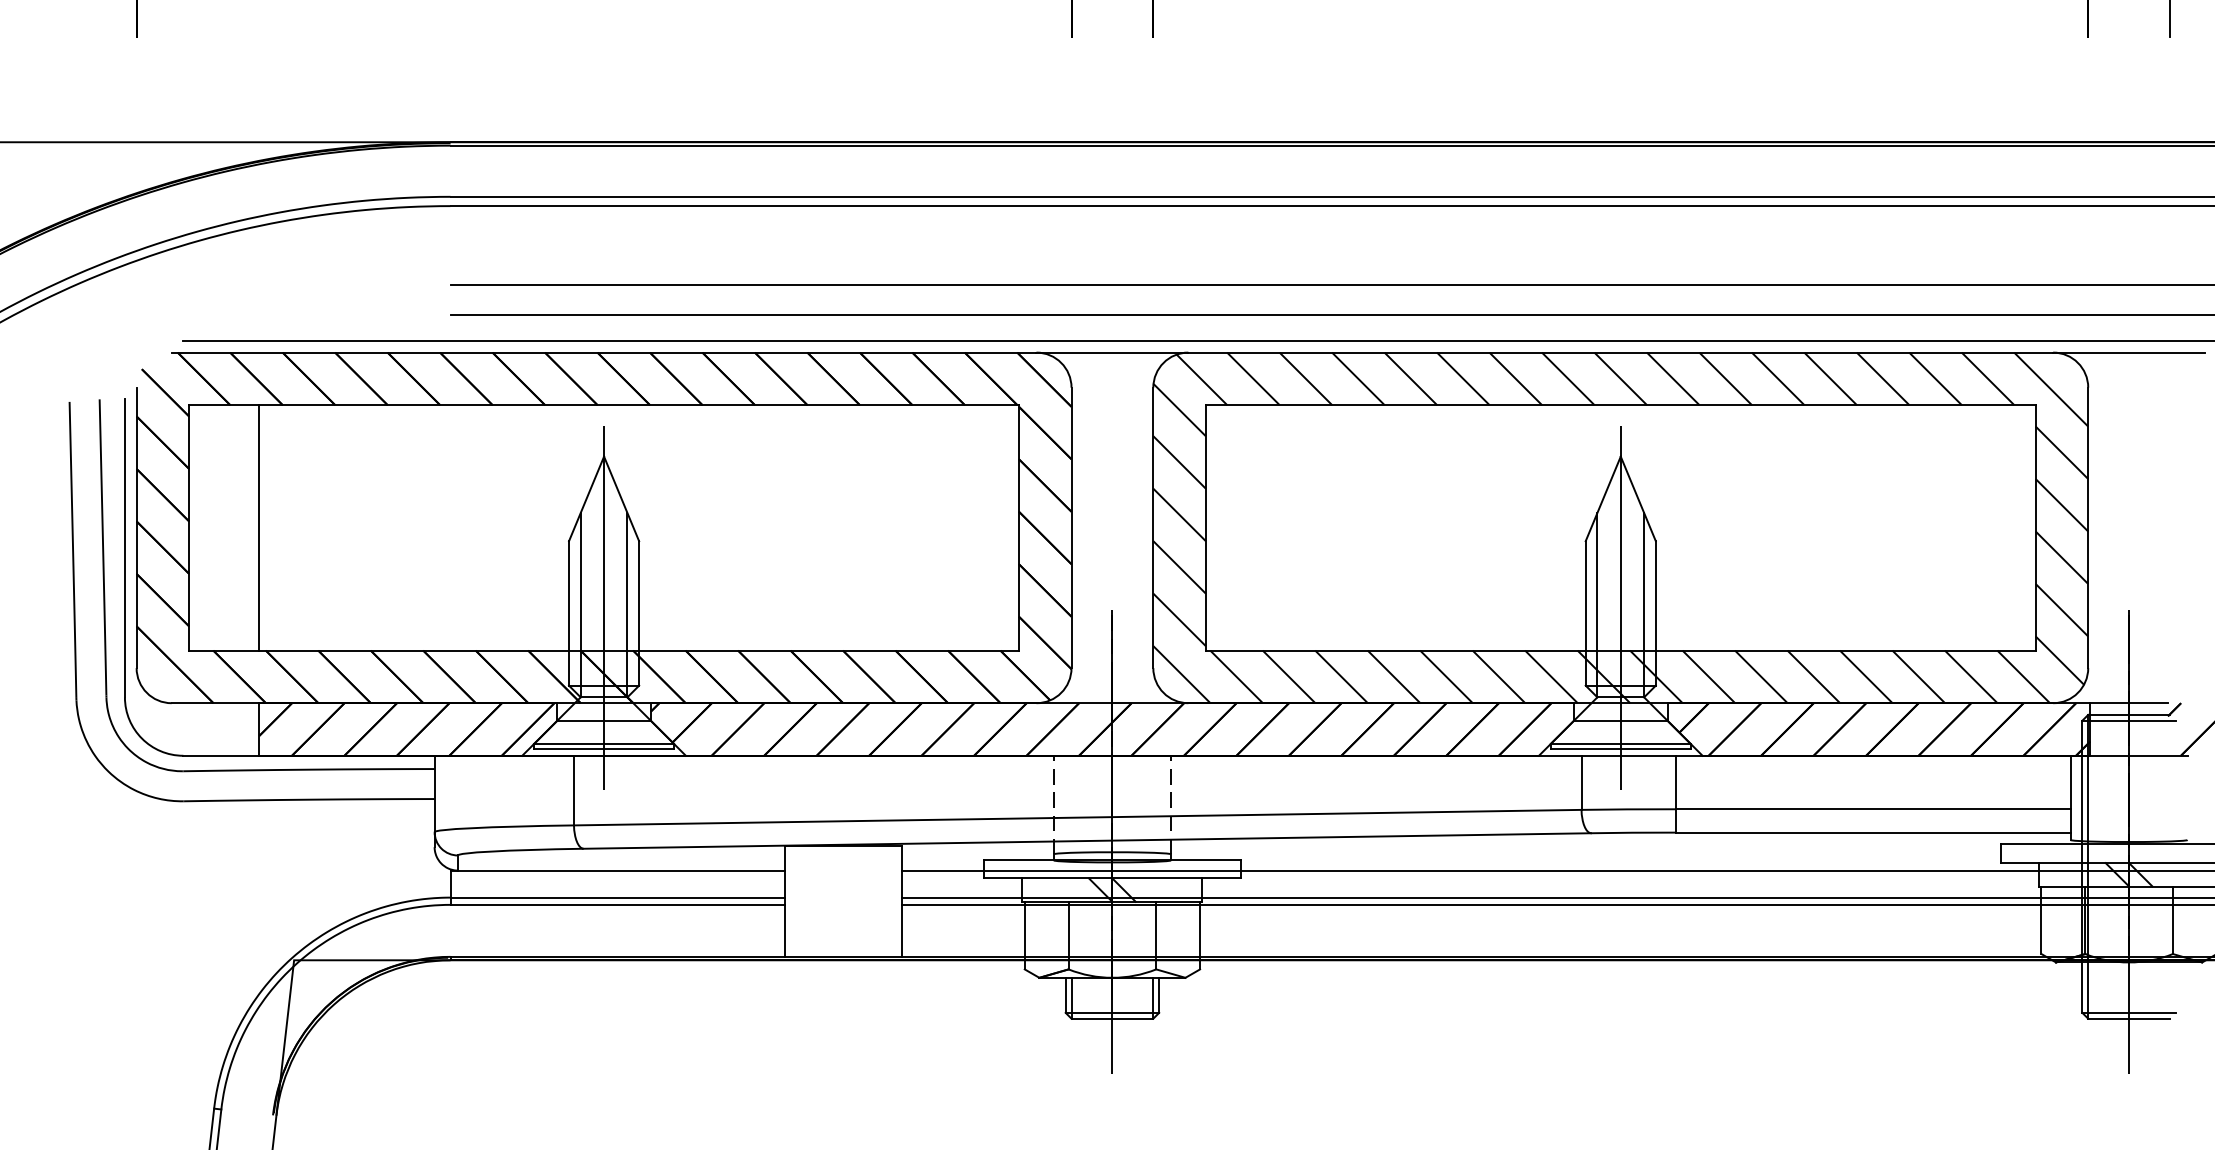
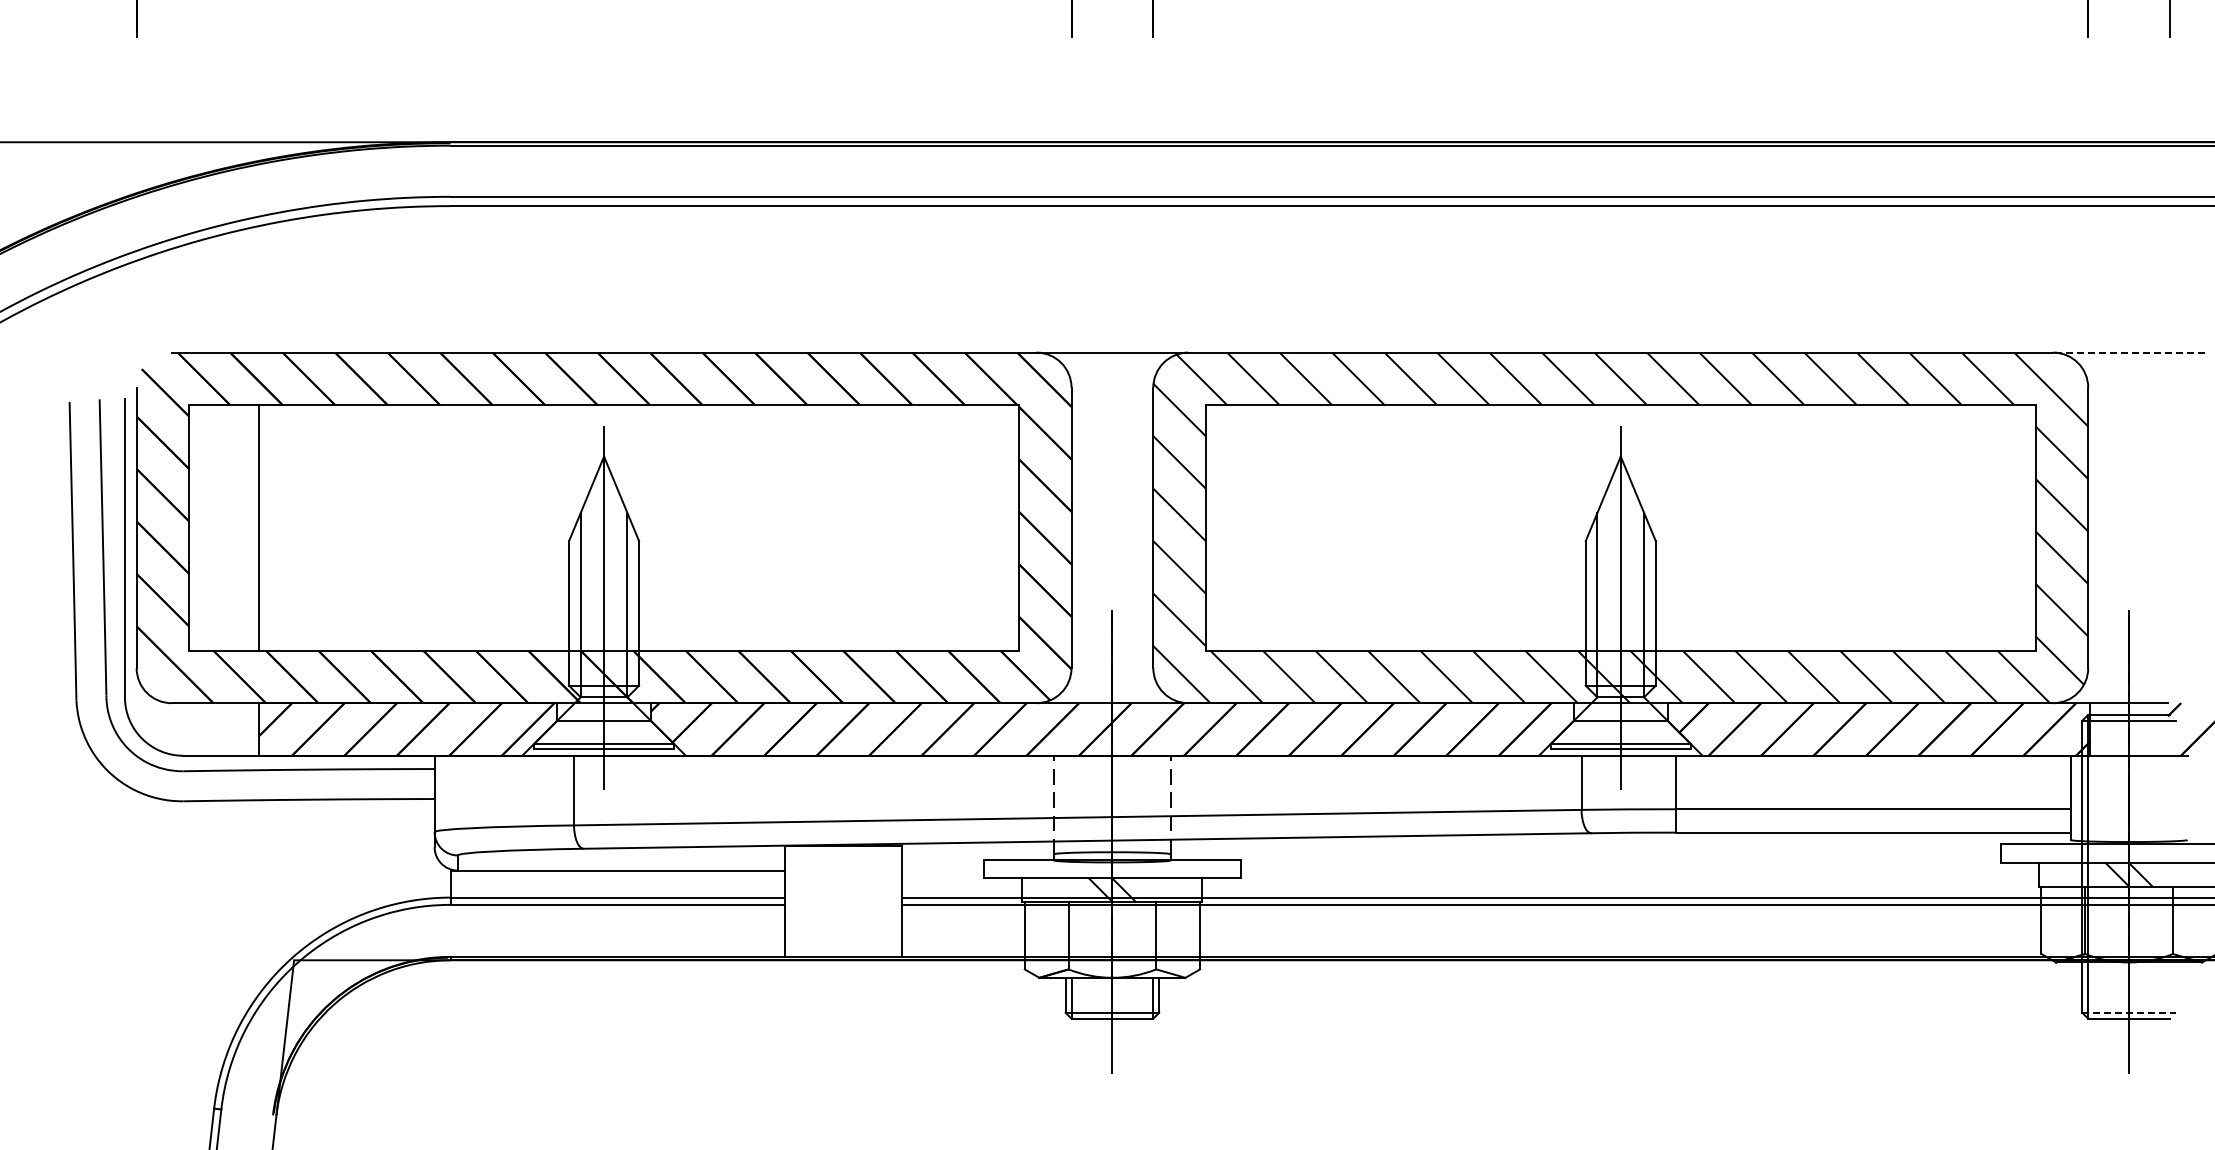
line at (1330, 285): present -> none
line at (1330, 315): present -> none
line at (1197, 340): present -> none
line at (2129, 352): solid -> dashed
line at (1556, 870): present -> none
line at (2129, 1012): solid -> dashed
